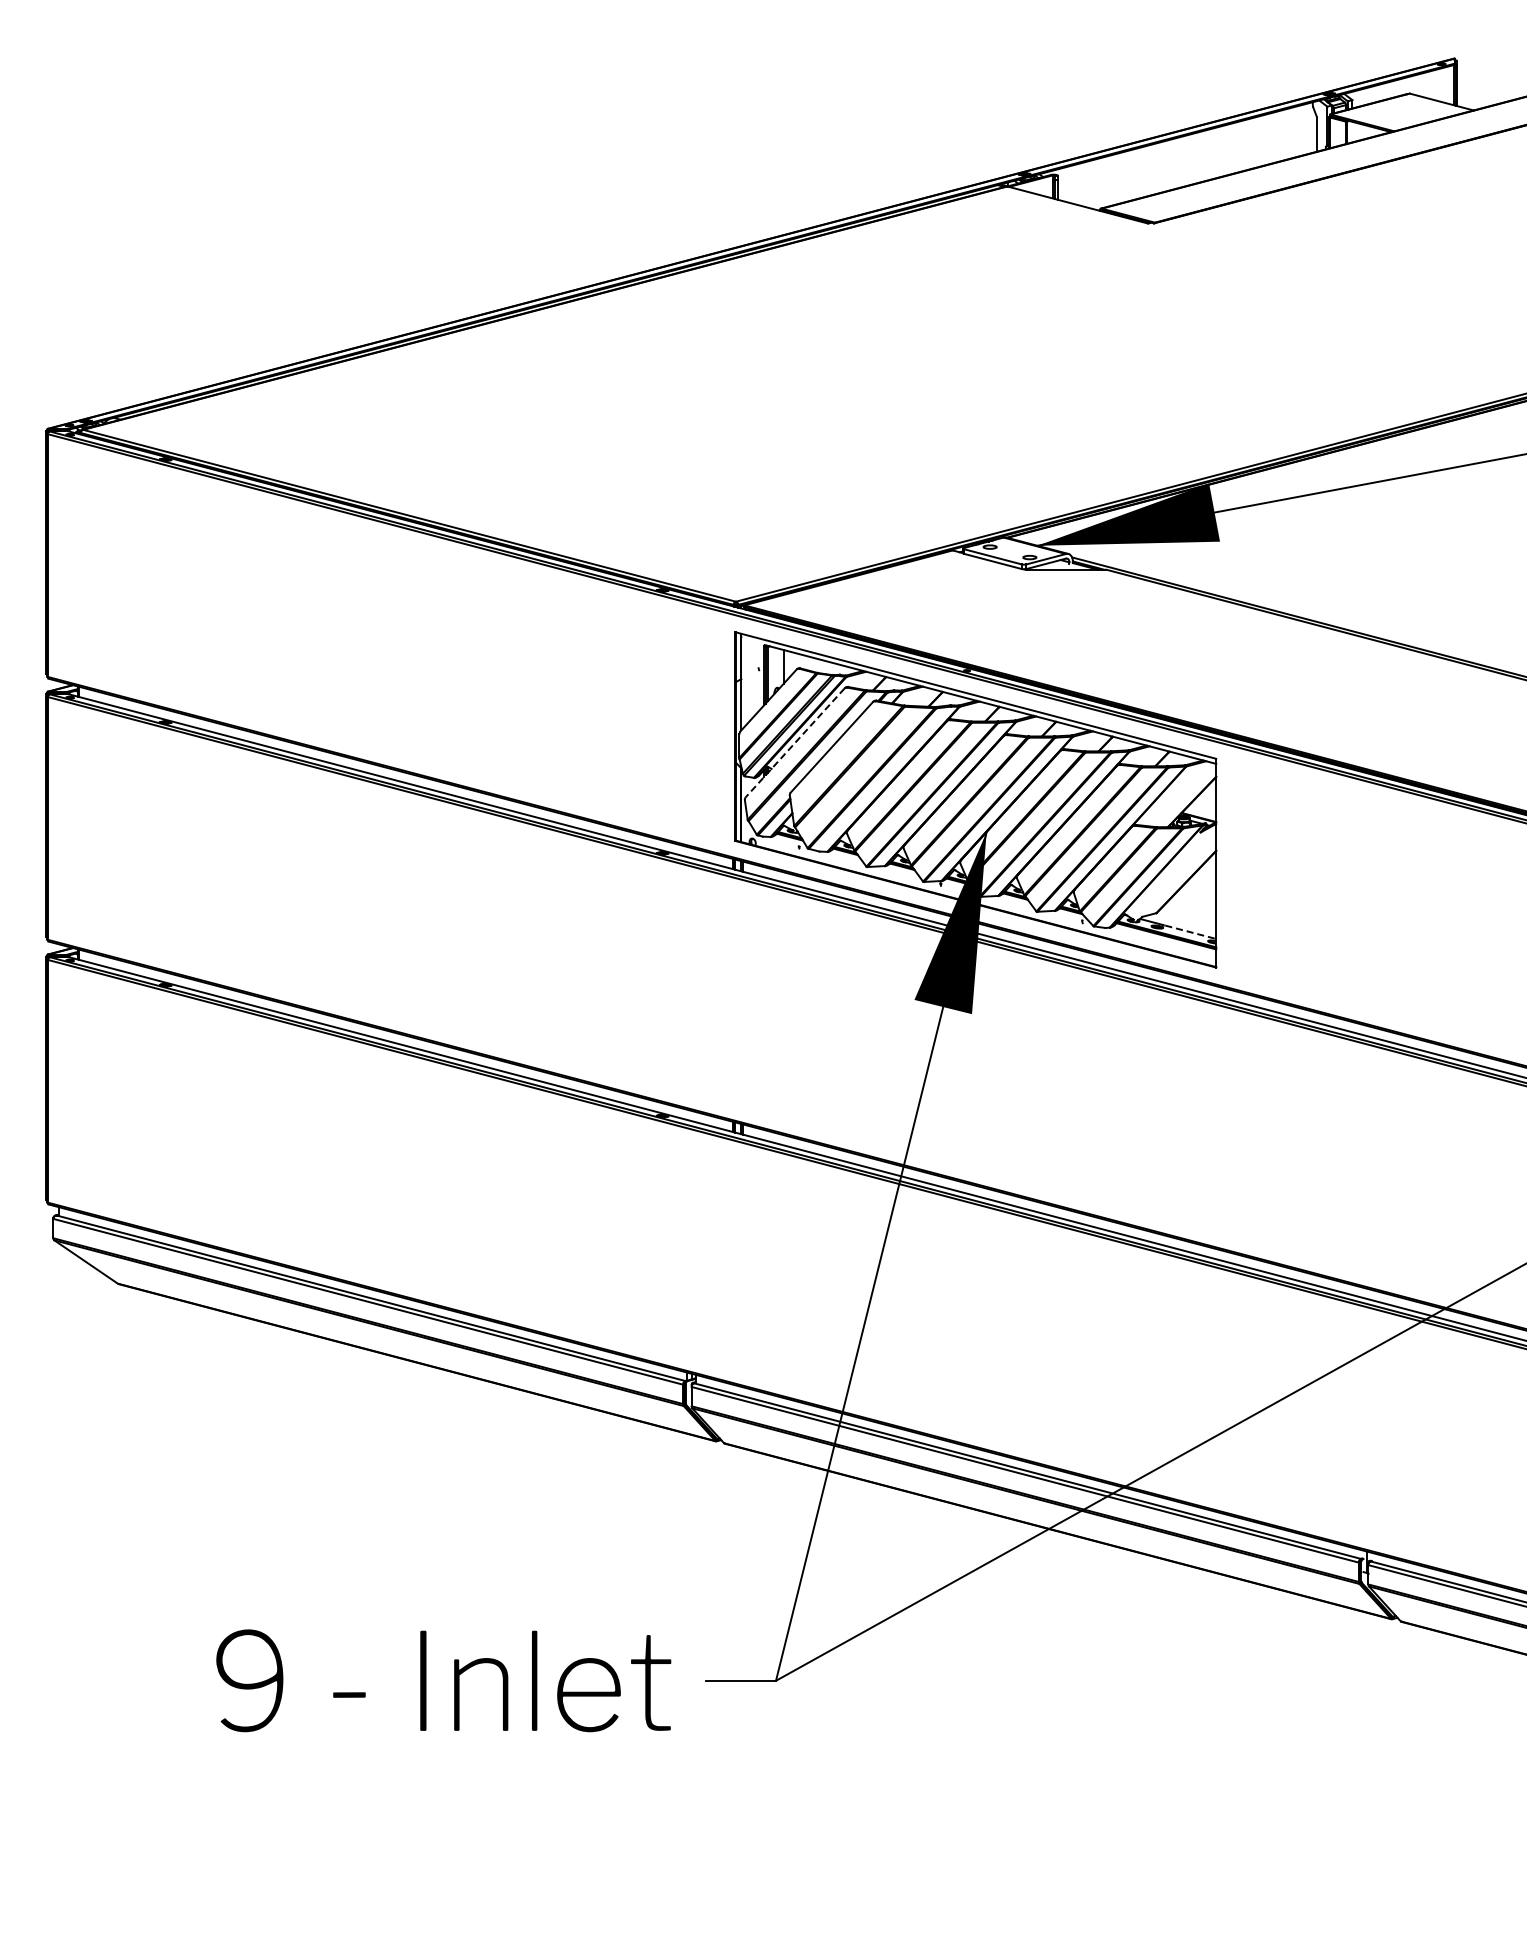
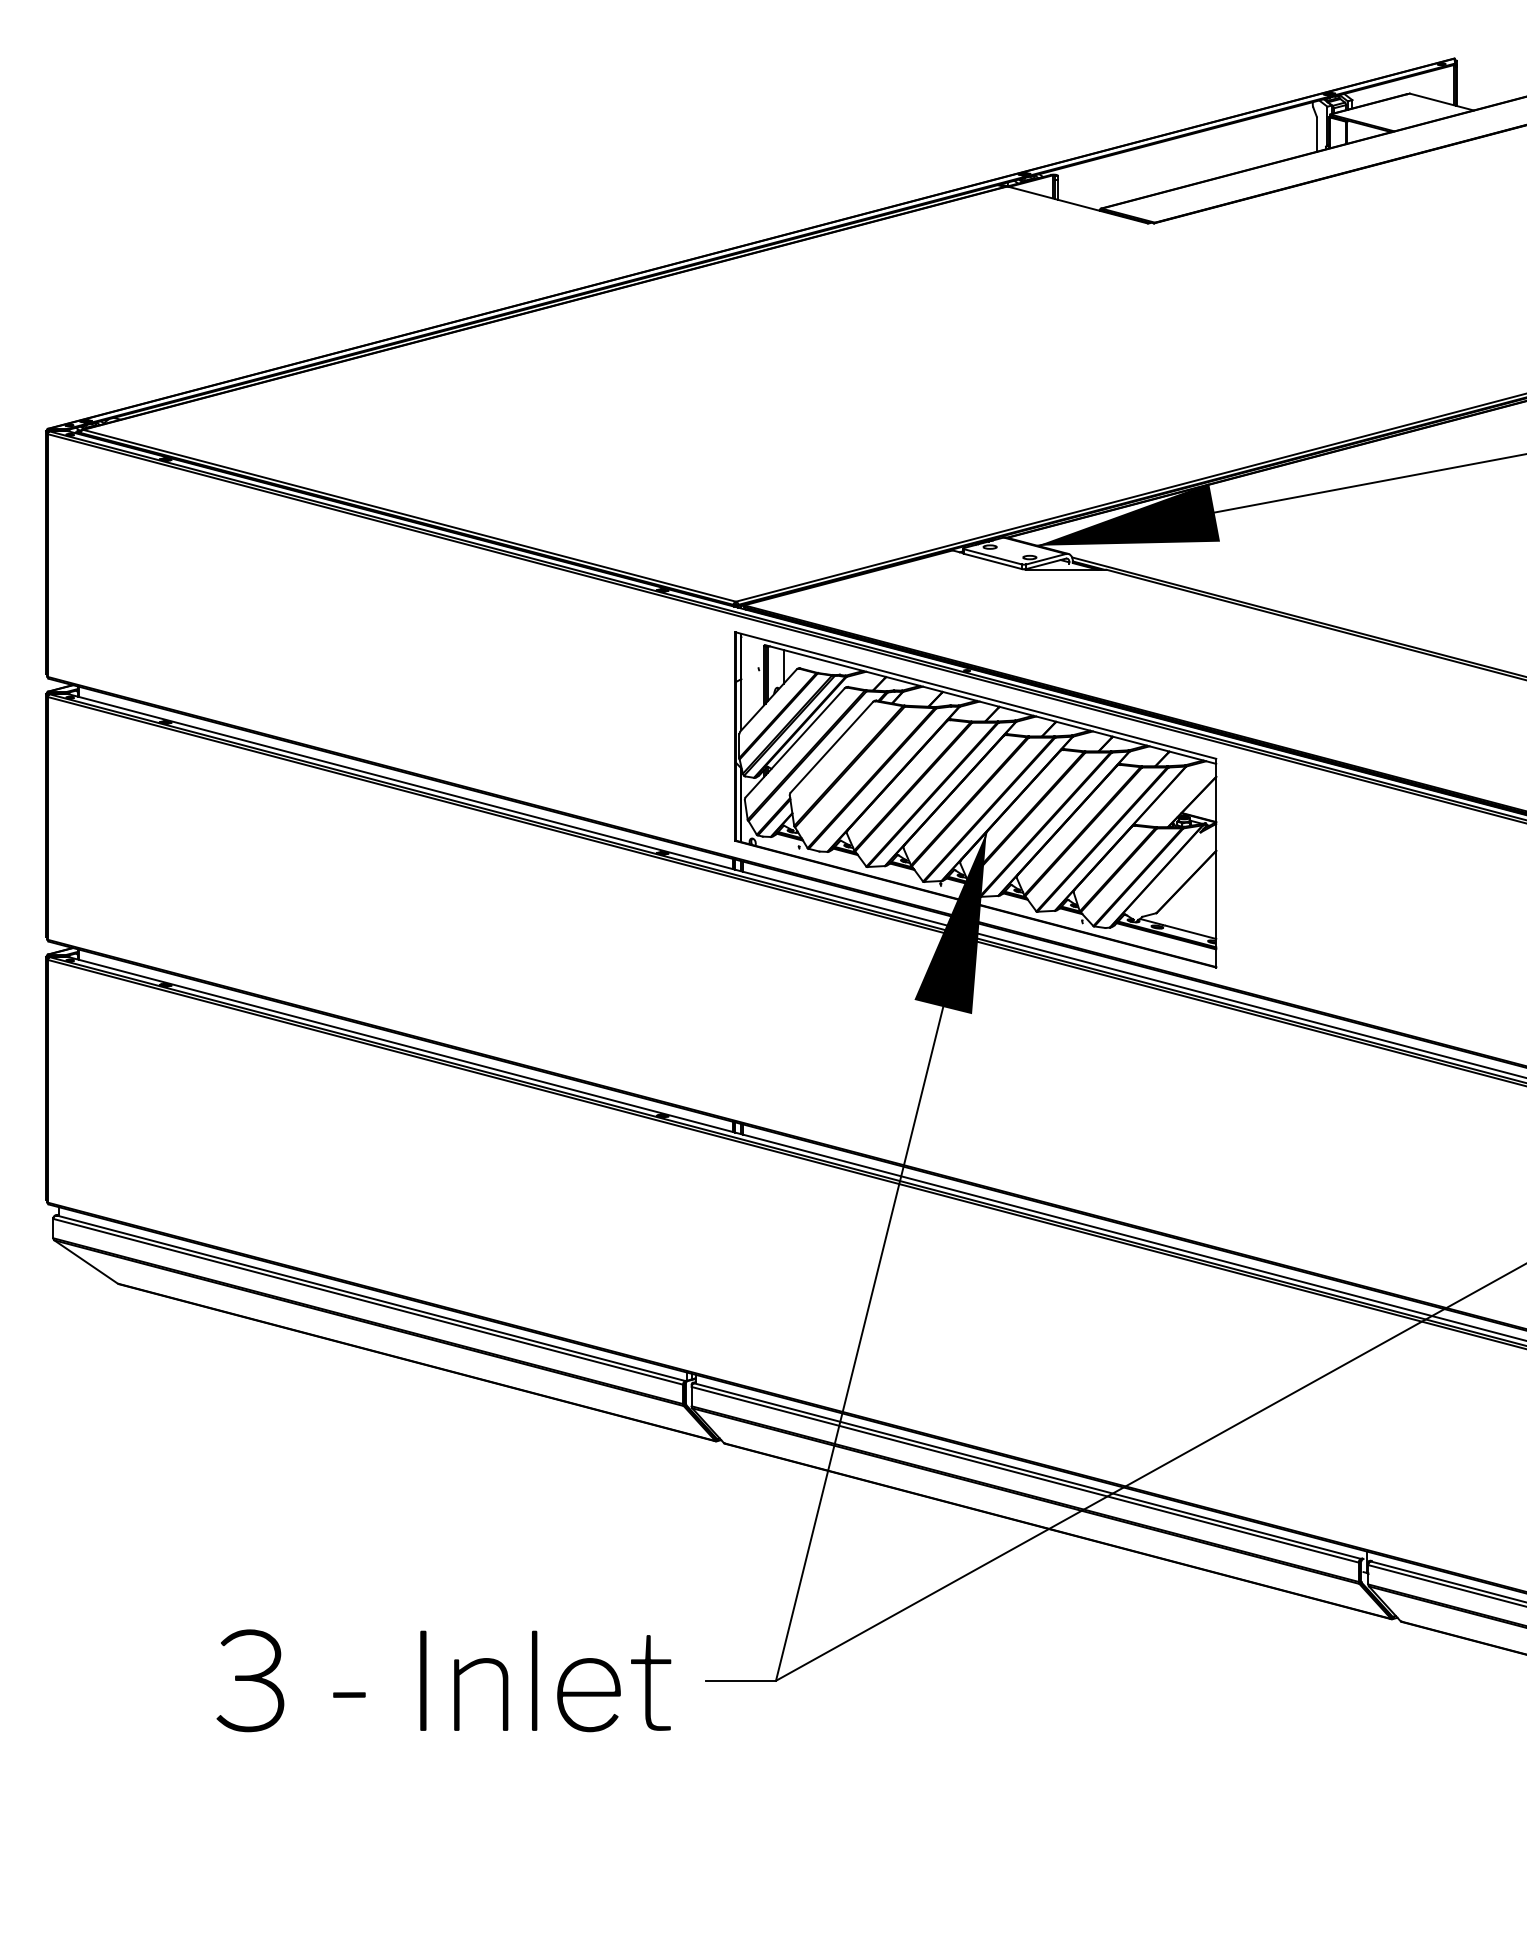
line at (795, 742): dashed -> solid
line at (1191, 932): dashed -> solid
text at (250, 1680): 9 -> 3
